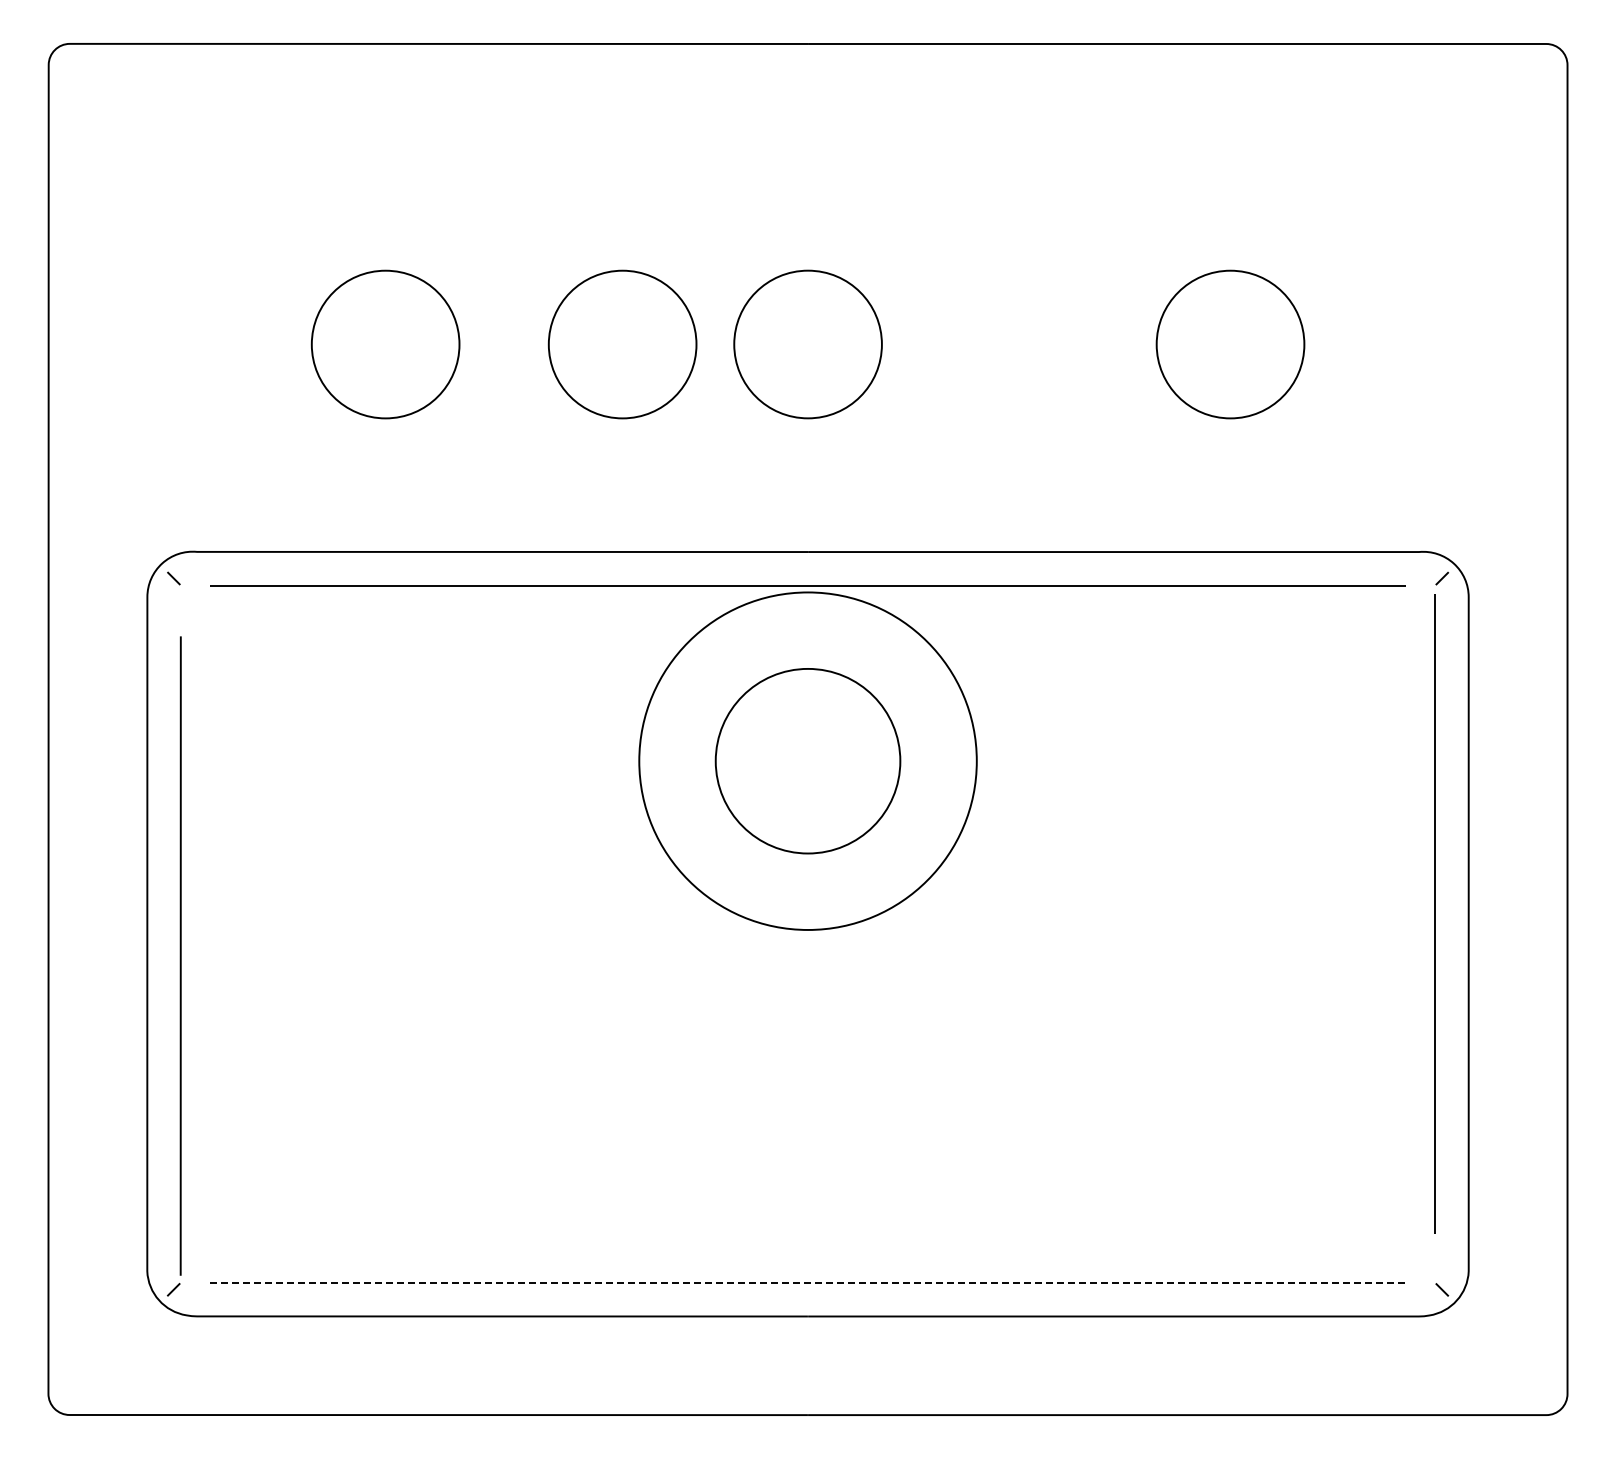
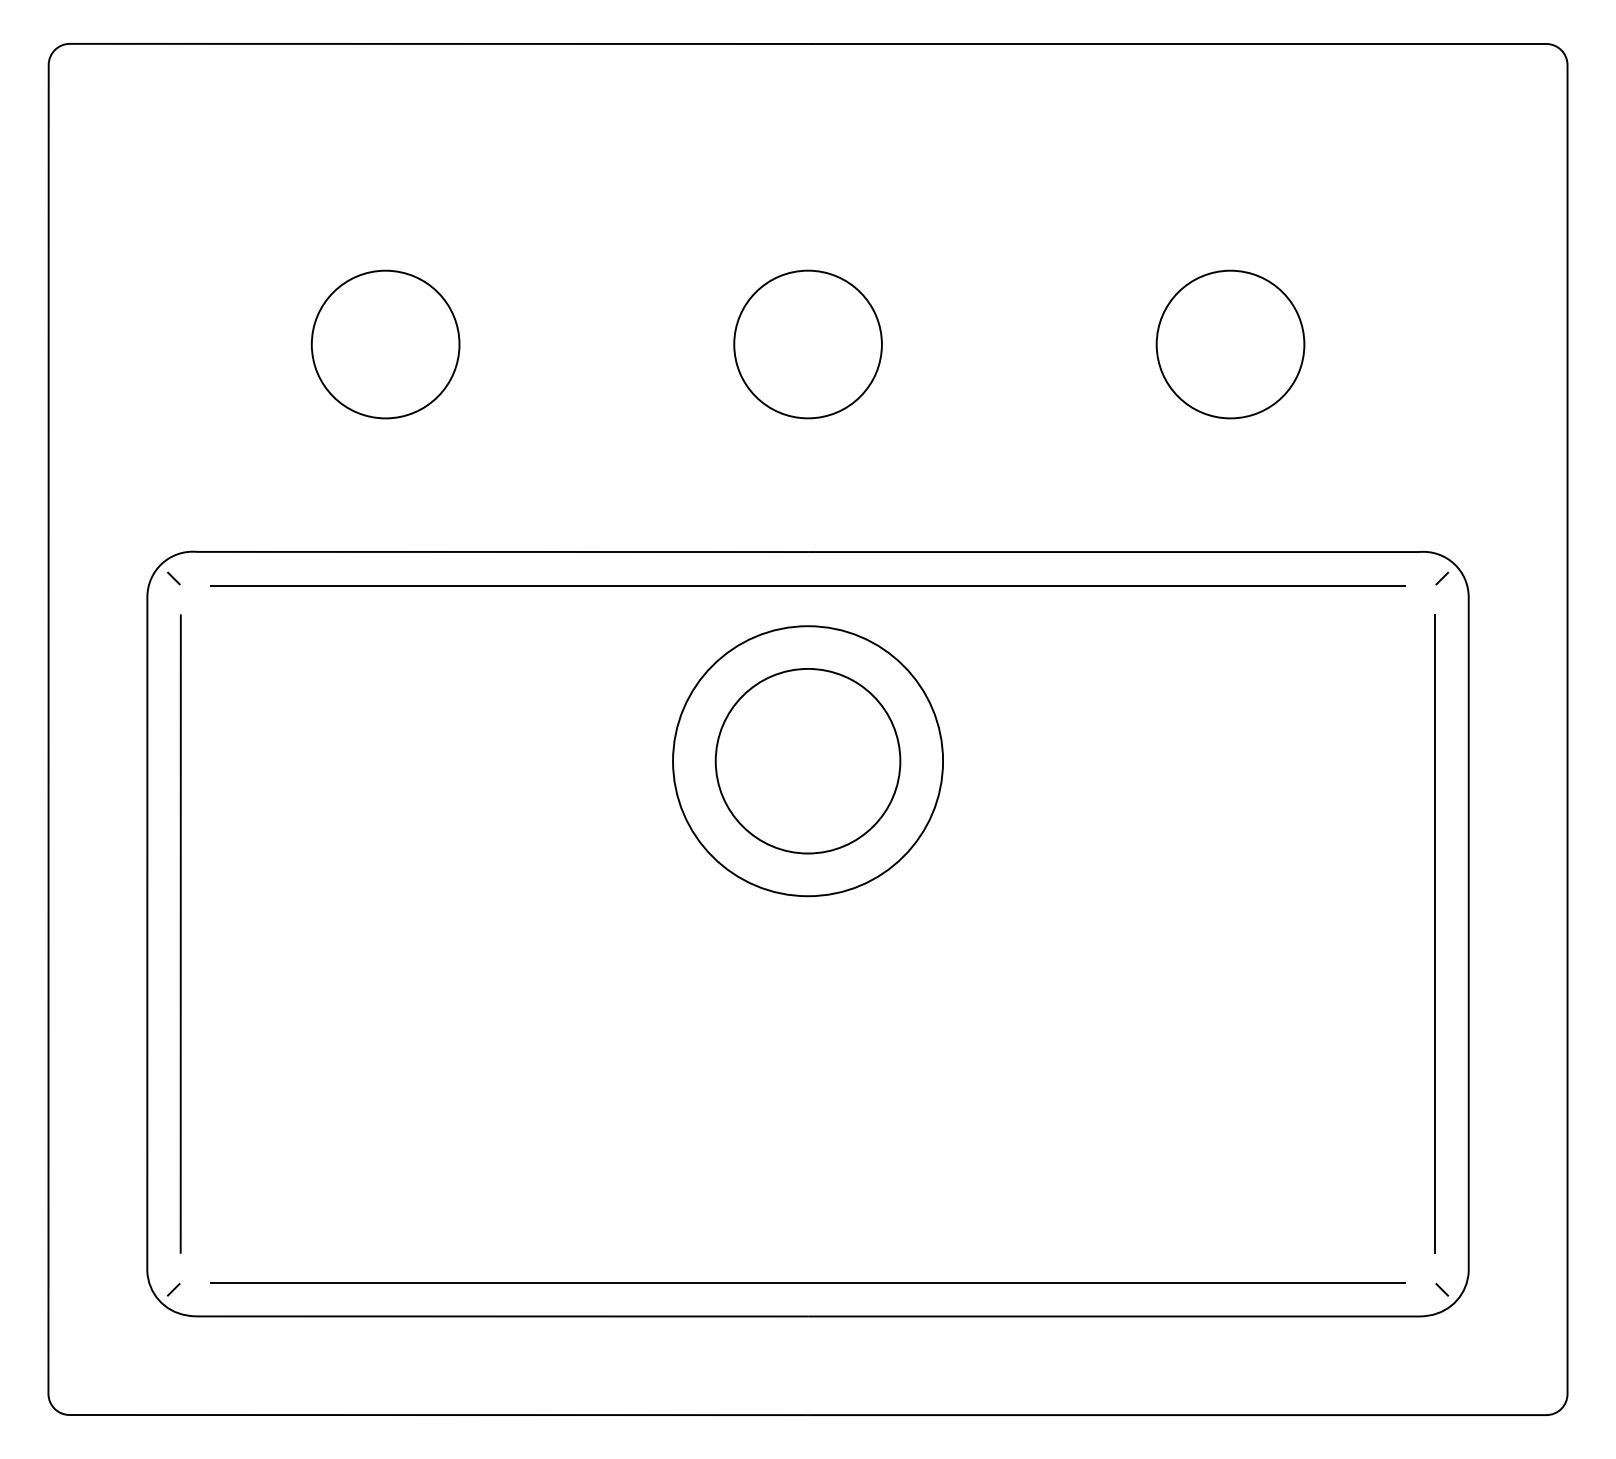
circle at (622, 344): present -> none
circle at (807, 760) diameter: 338 px -> 270 px
line at (1434, 913) position: (1434, 913) -> (1434, 933)
line at (180, 955) position: (180, 955) -> (180, 933)
line at (808, 1283): dashed -> solid
